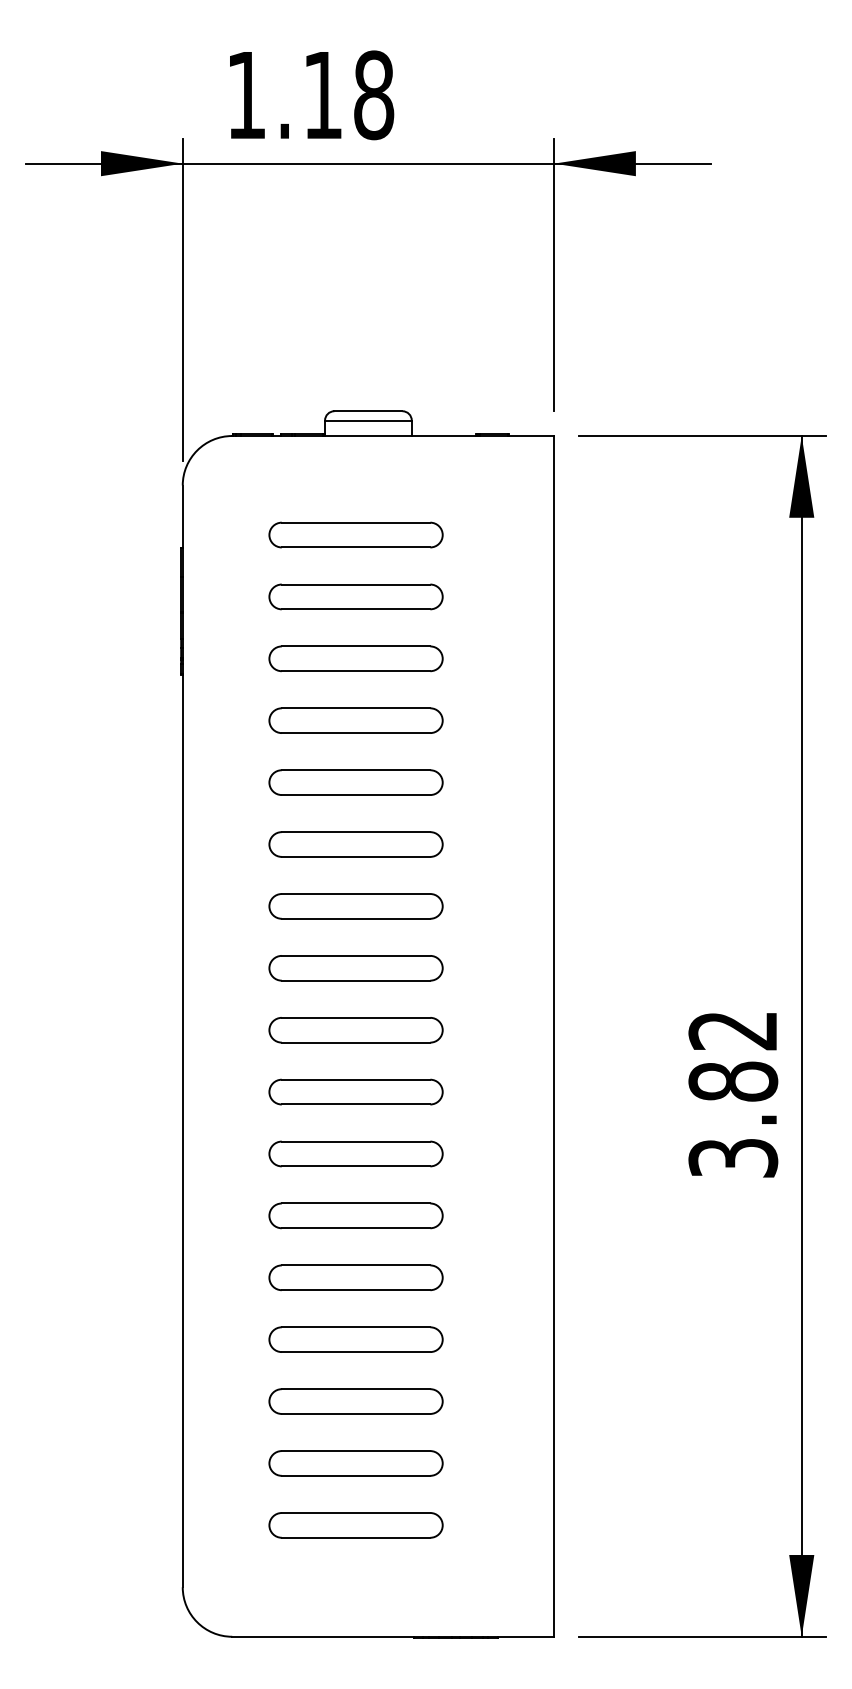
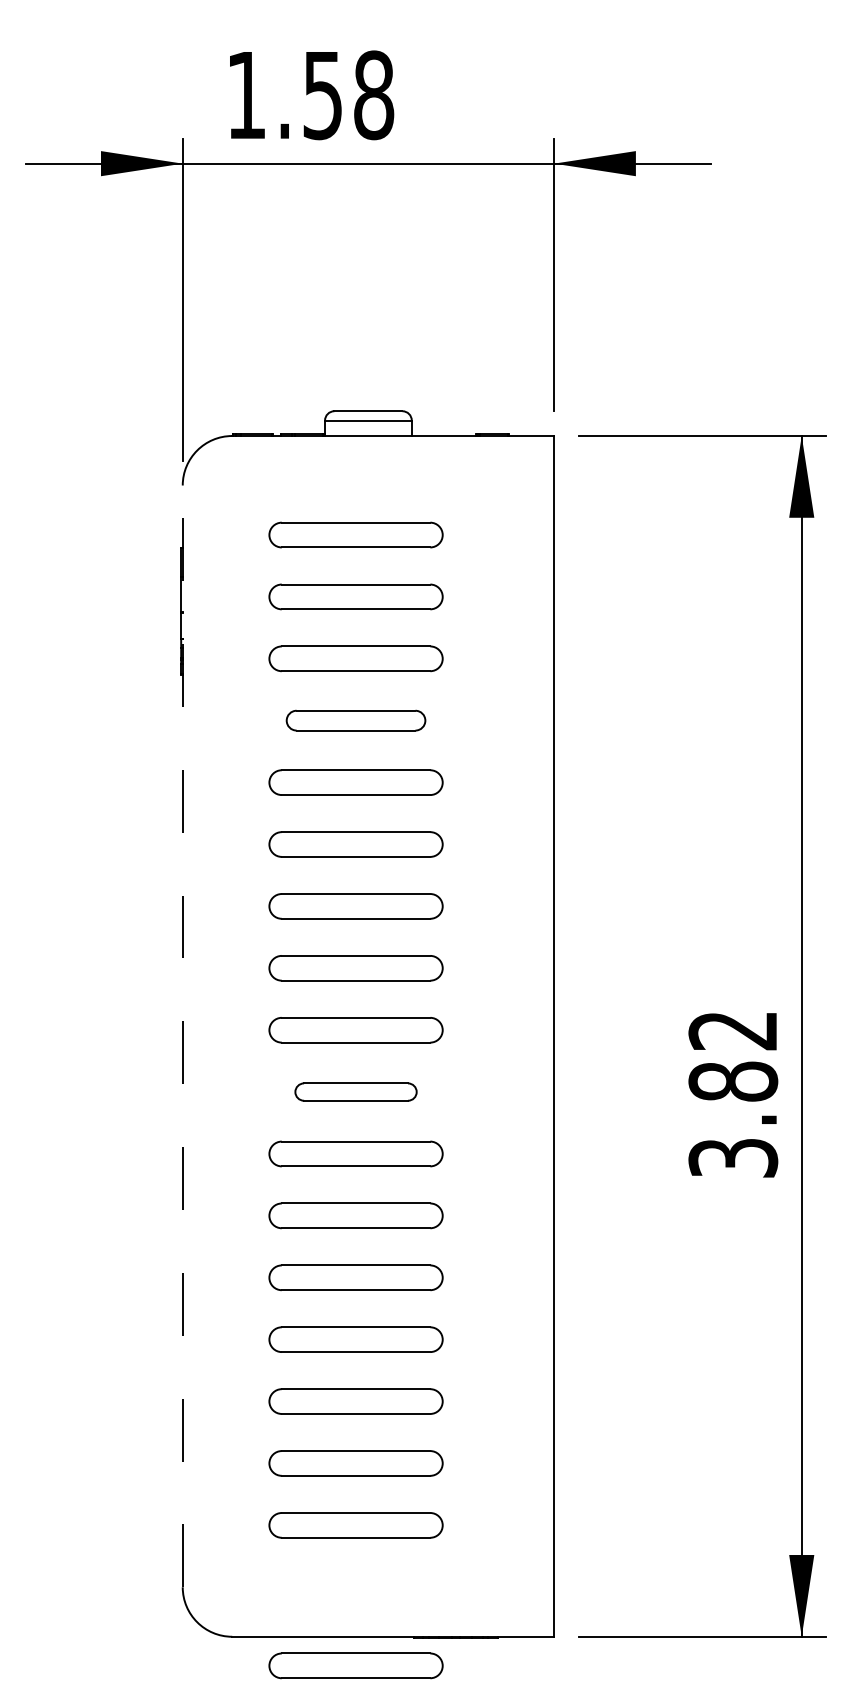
text at (322, 96): 1.18 -> 1.58
part at (355, 720) size: 176x27 px -> 142x23 px
line at (182, 1036): solid -> dashed
part at (355, 1091) size: 176x28 px -> 124x20 px
part at (355, 1665): none -> present
